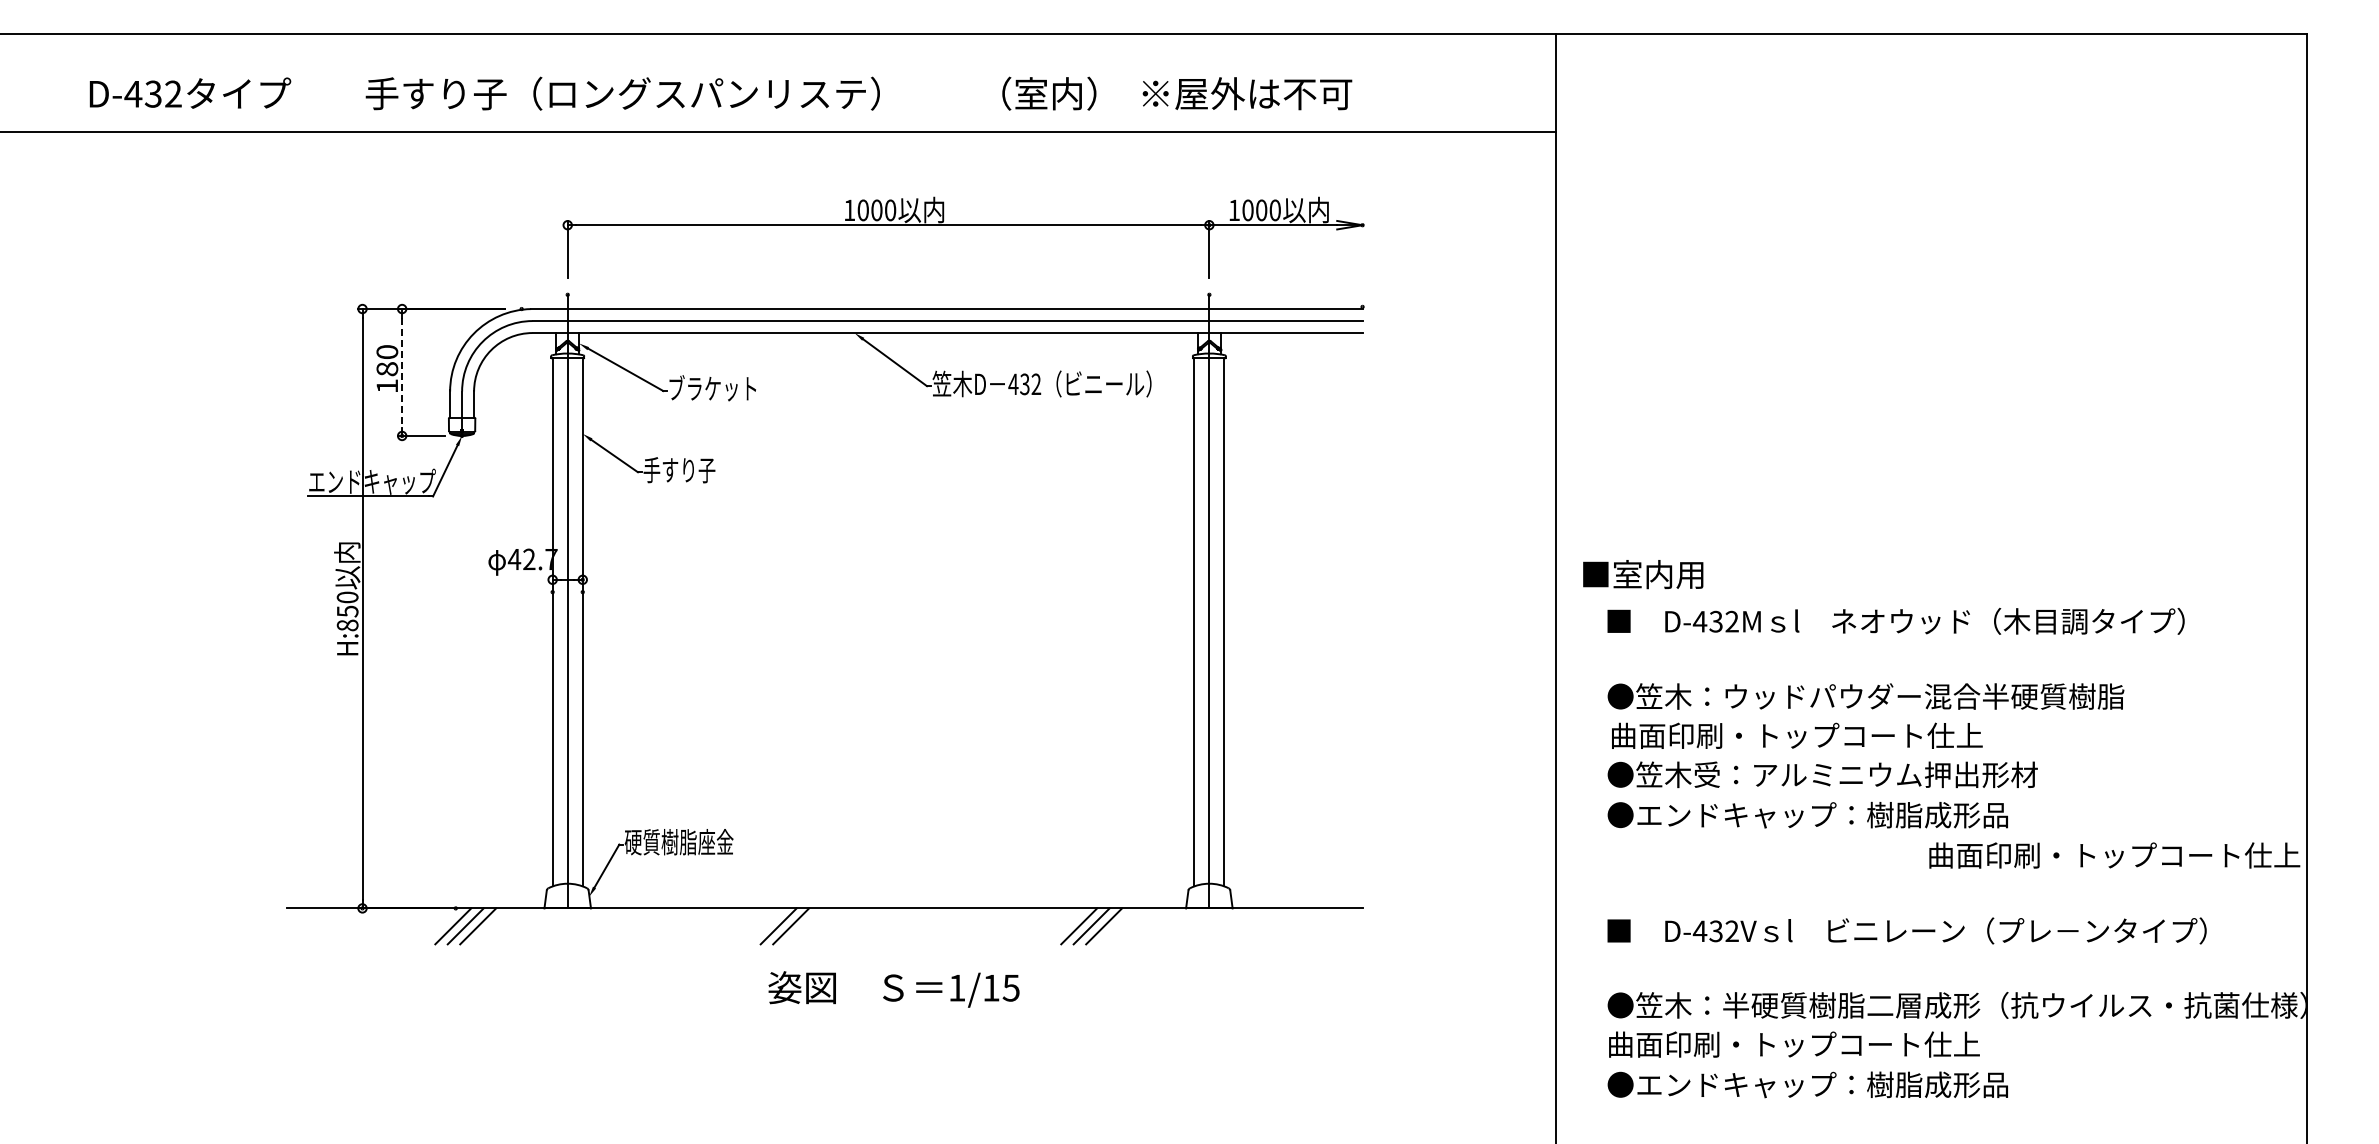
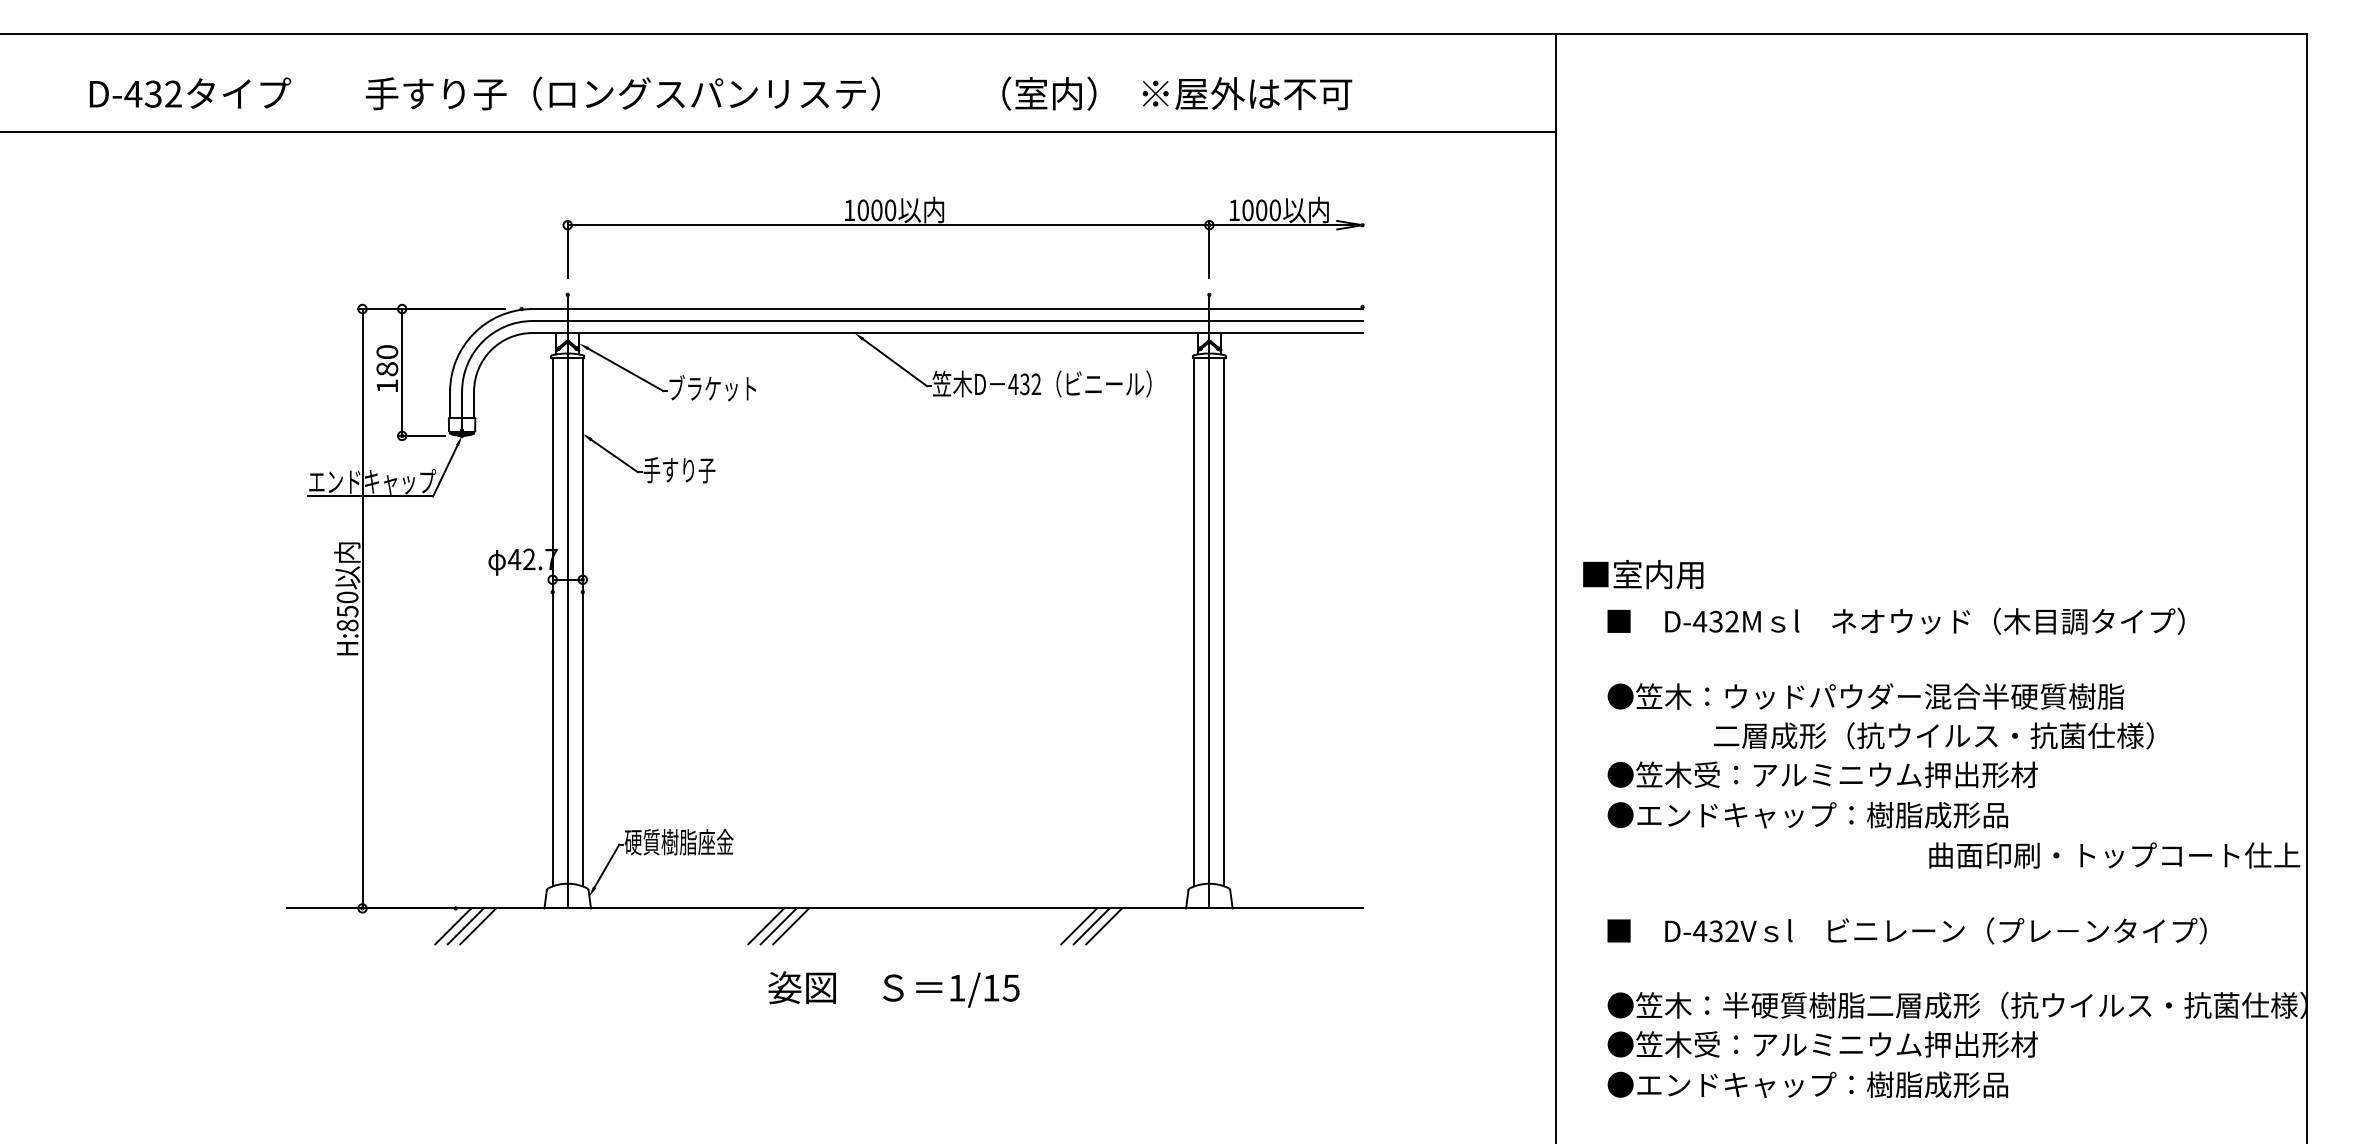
line at (402, 372): dashed -> solid
text at (1882, 735): 曲面印刷・トップコート仕上 -> 二層成形（抗ウイルス・抗菌仕様）
line at (766, 926): none -> present
text at (1822, 1044): 曲面印刷・トップコート仕上 -> ●笠木受：アルミニウム押出形材
